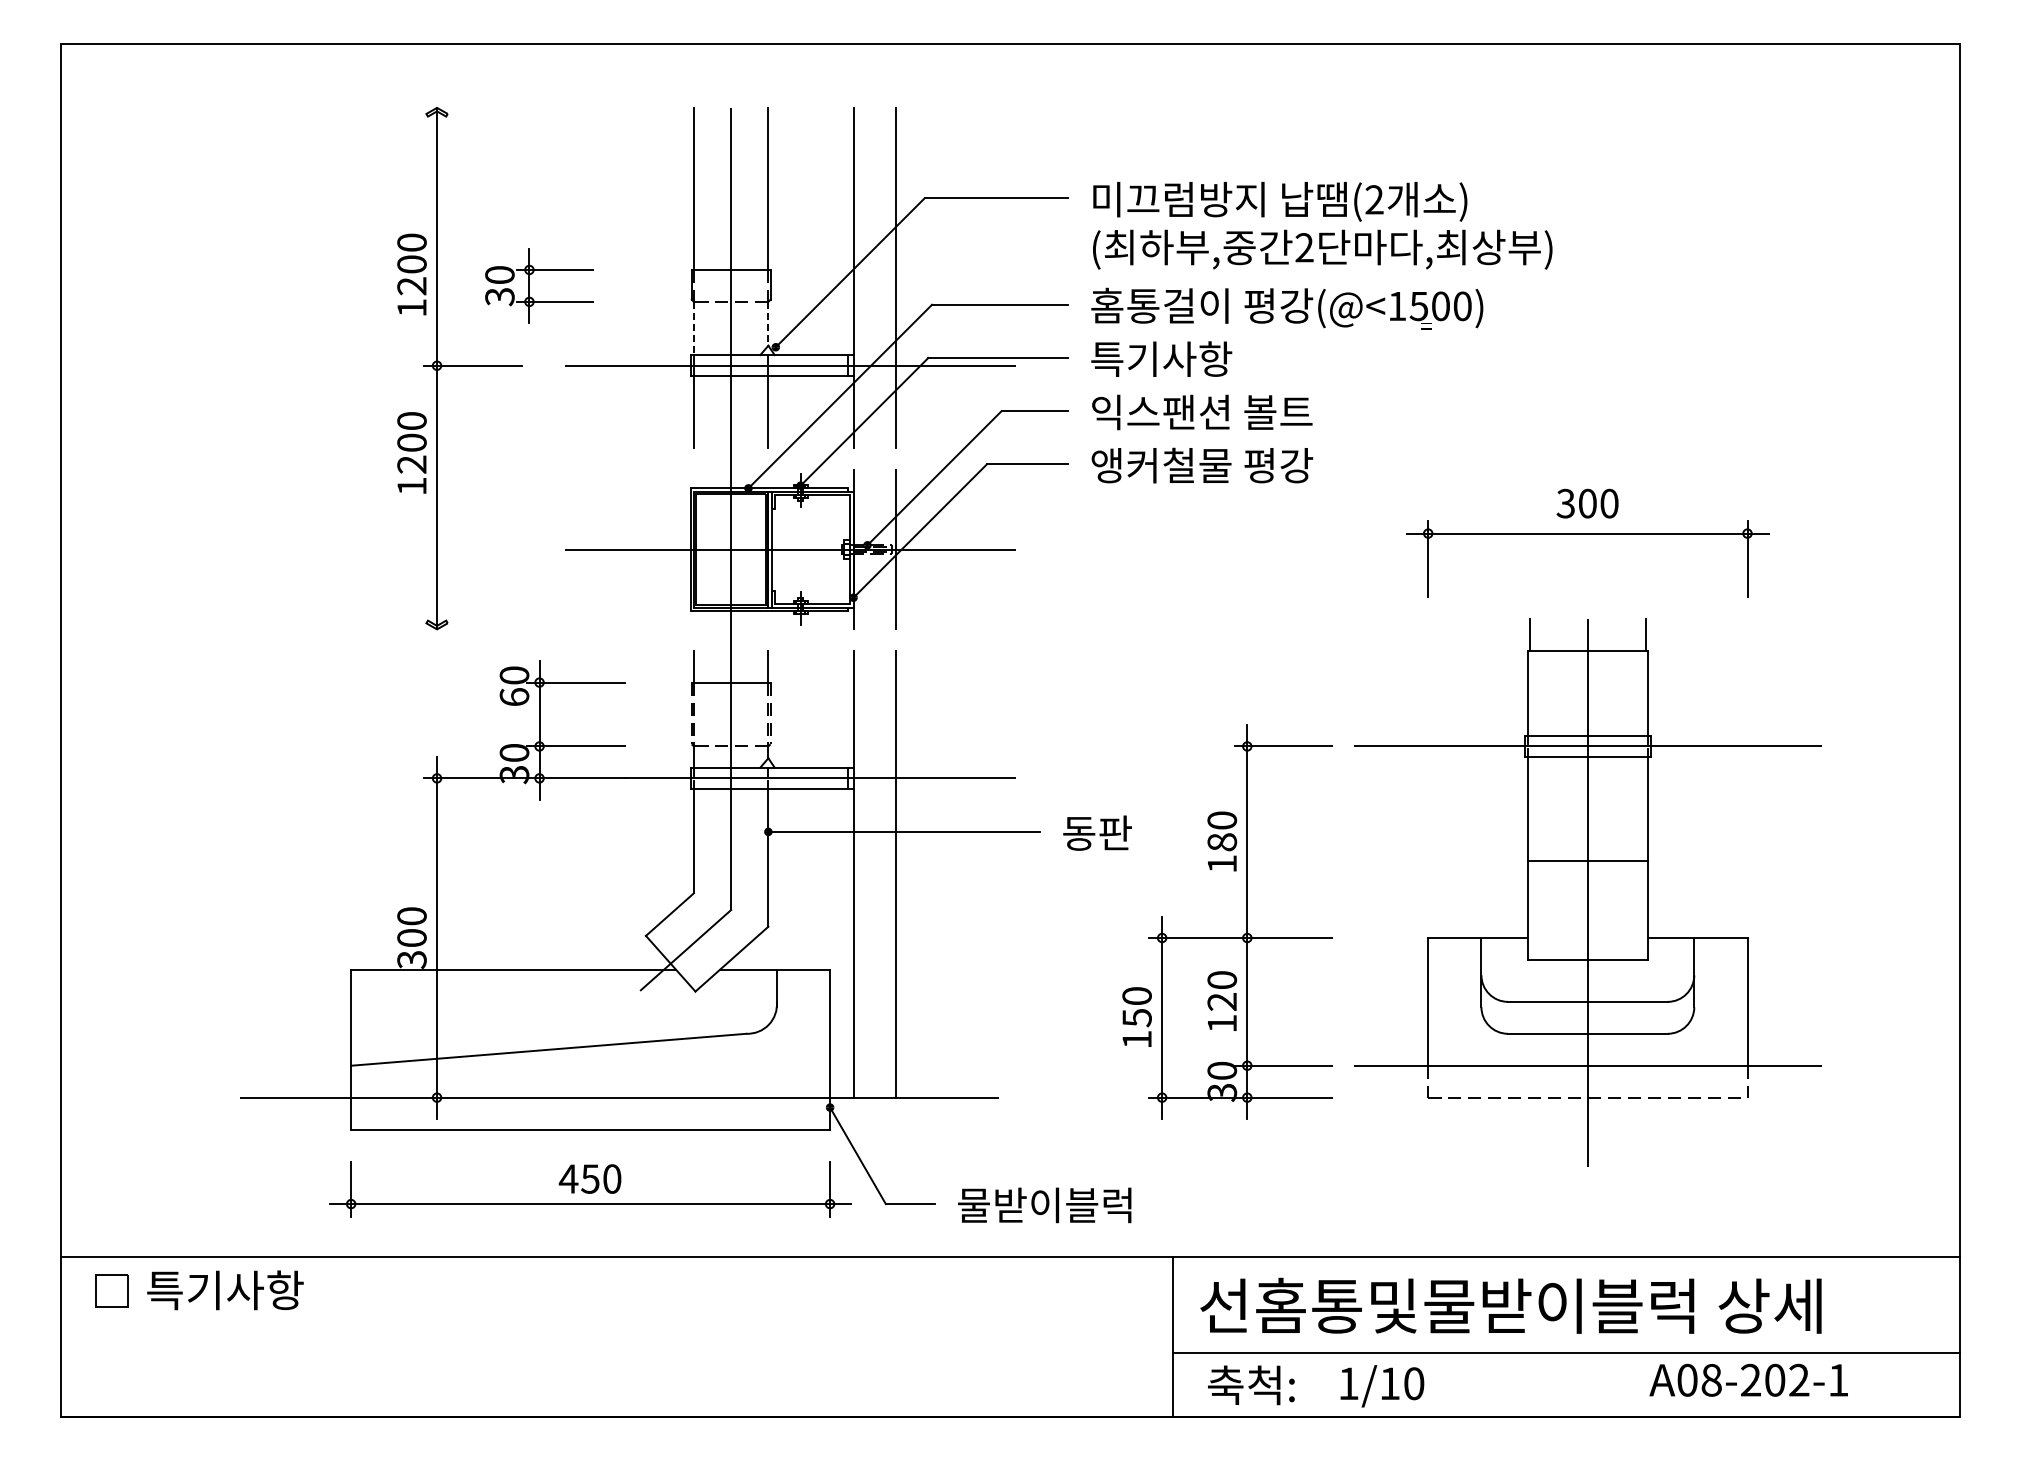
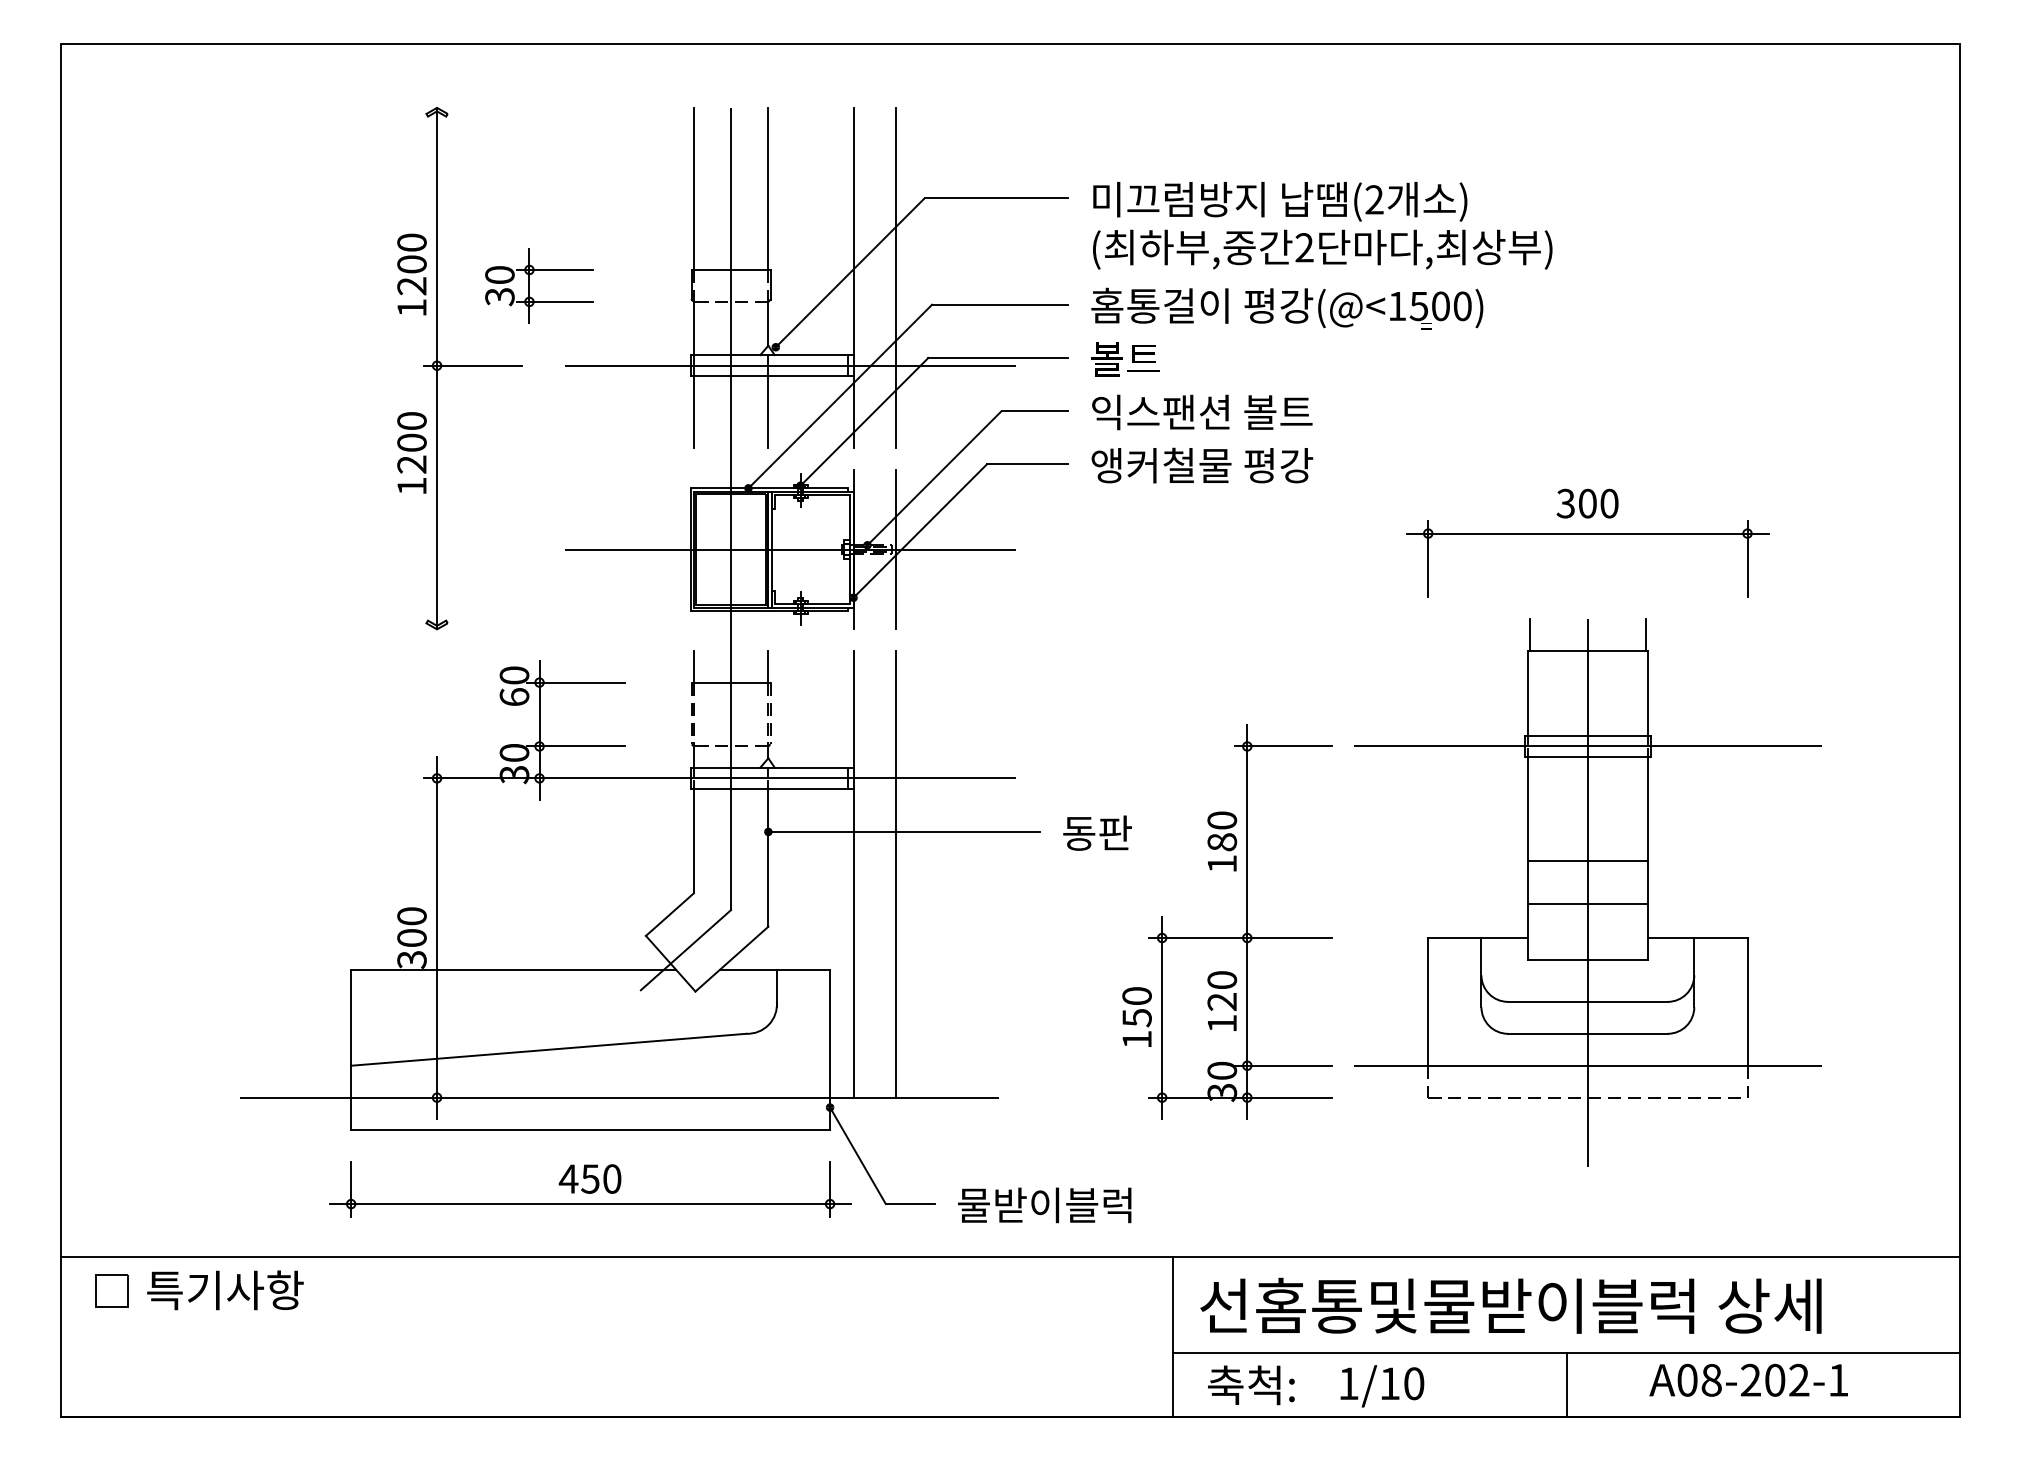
line at (768, 323): dashed -> solid
line at (693, 328): dashed -> solid
text at (1161, 358): 특기사항 -> 볼트
line at (1587, 903): none -> present
line at (1566, 1384): none -> present
